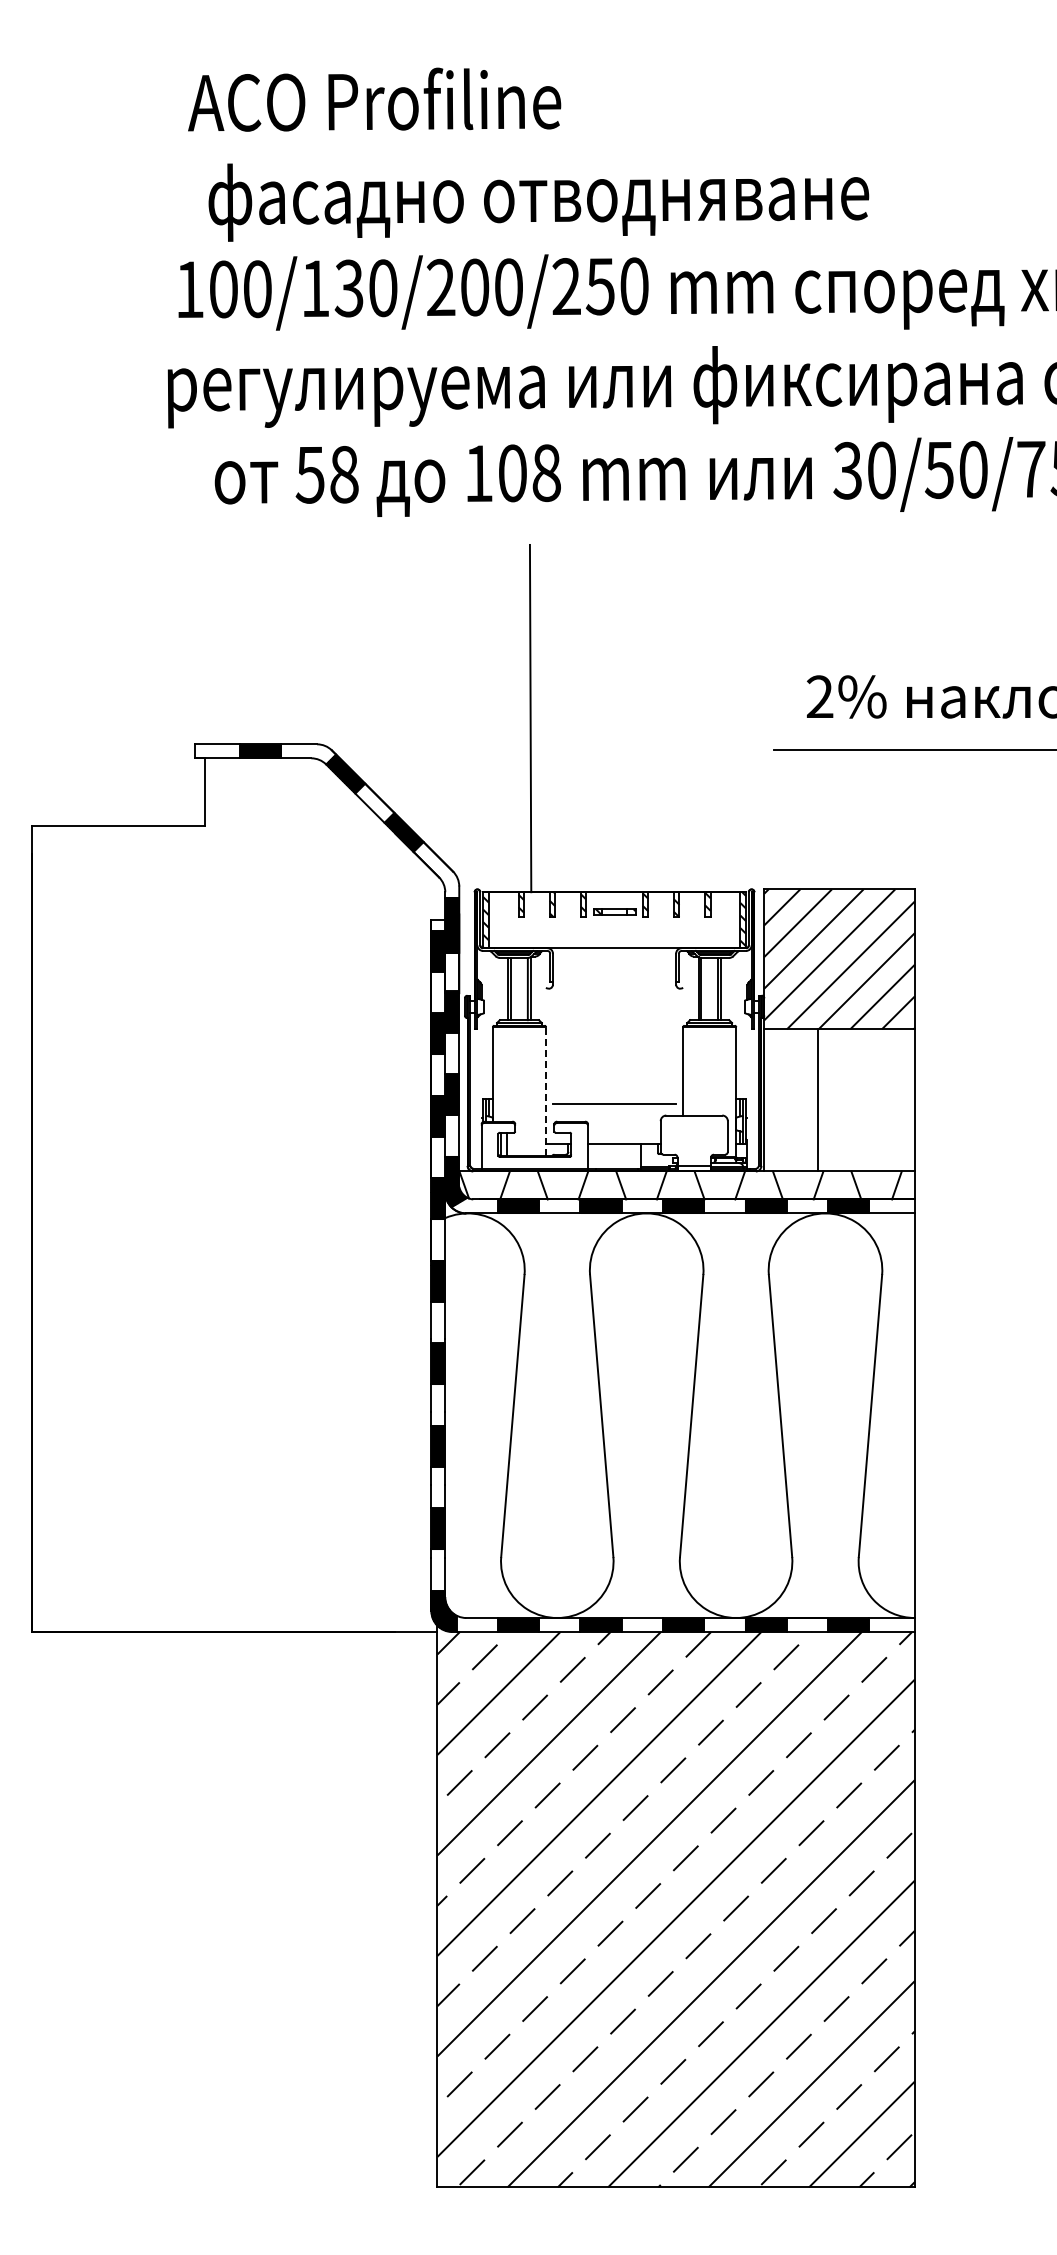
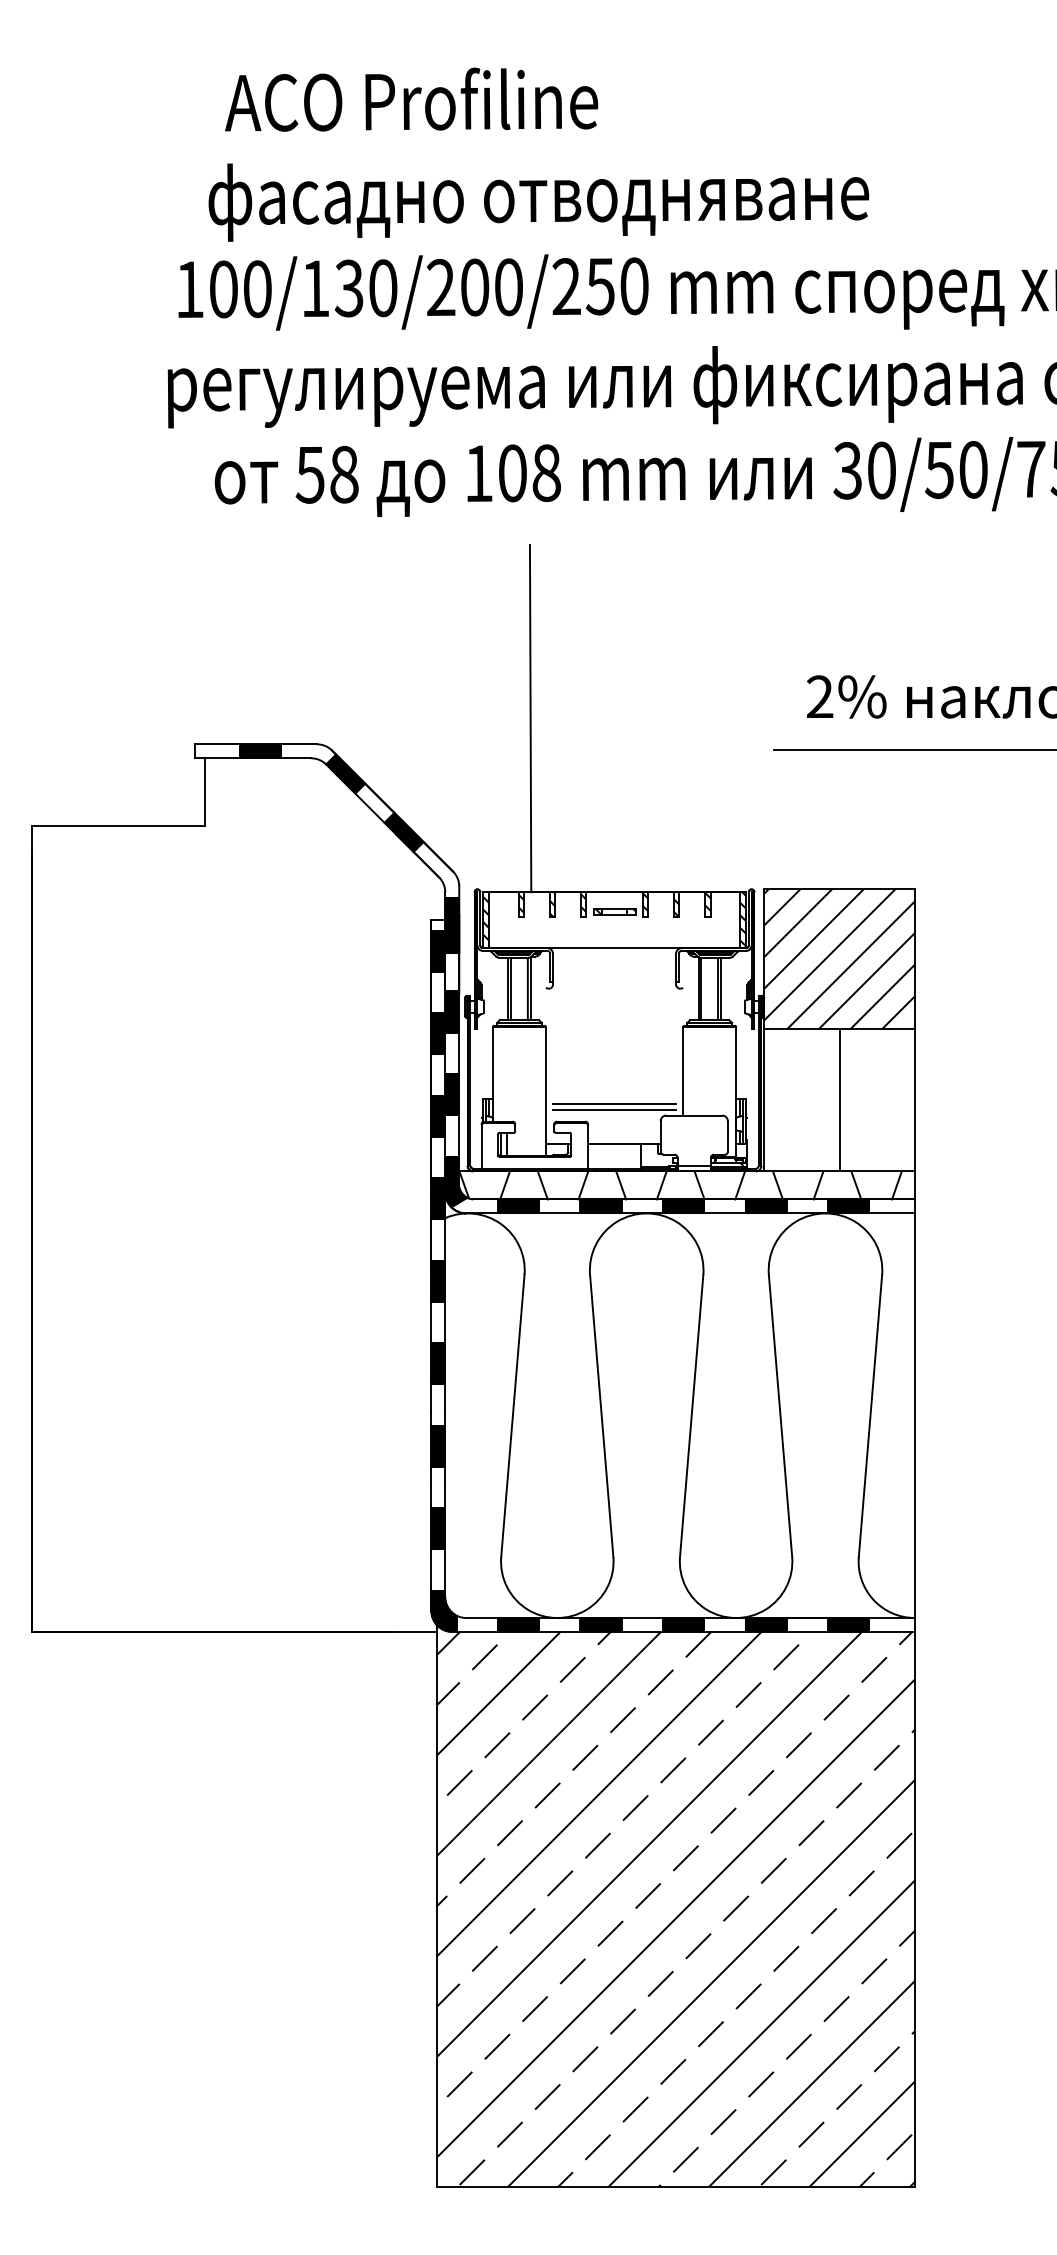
text at (374, 99) position: (374, 99) -> (411, 99)
line at (546, 1090): dashed -> solid
line at (817, 1100) position: (817, 1100) -> (839, 1100)
line at (614, 1109): none -> present
